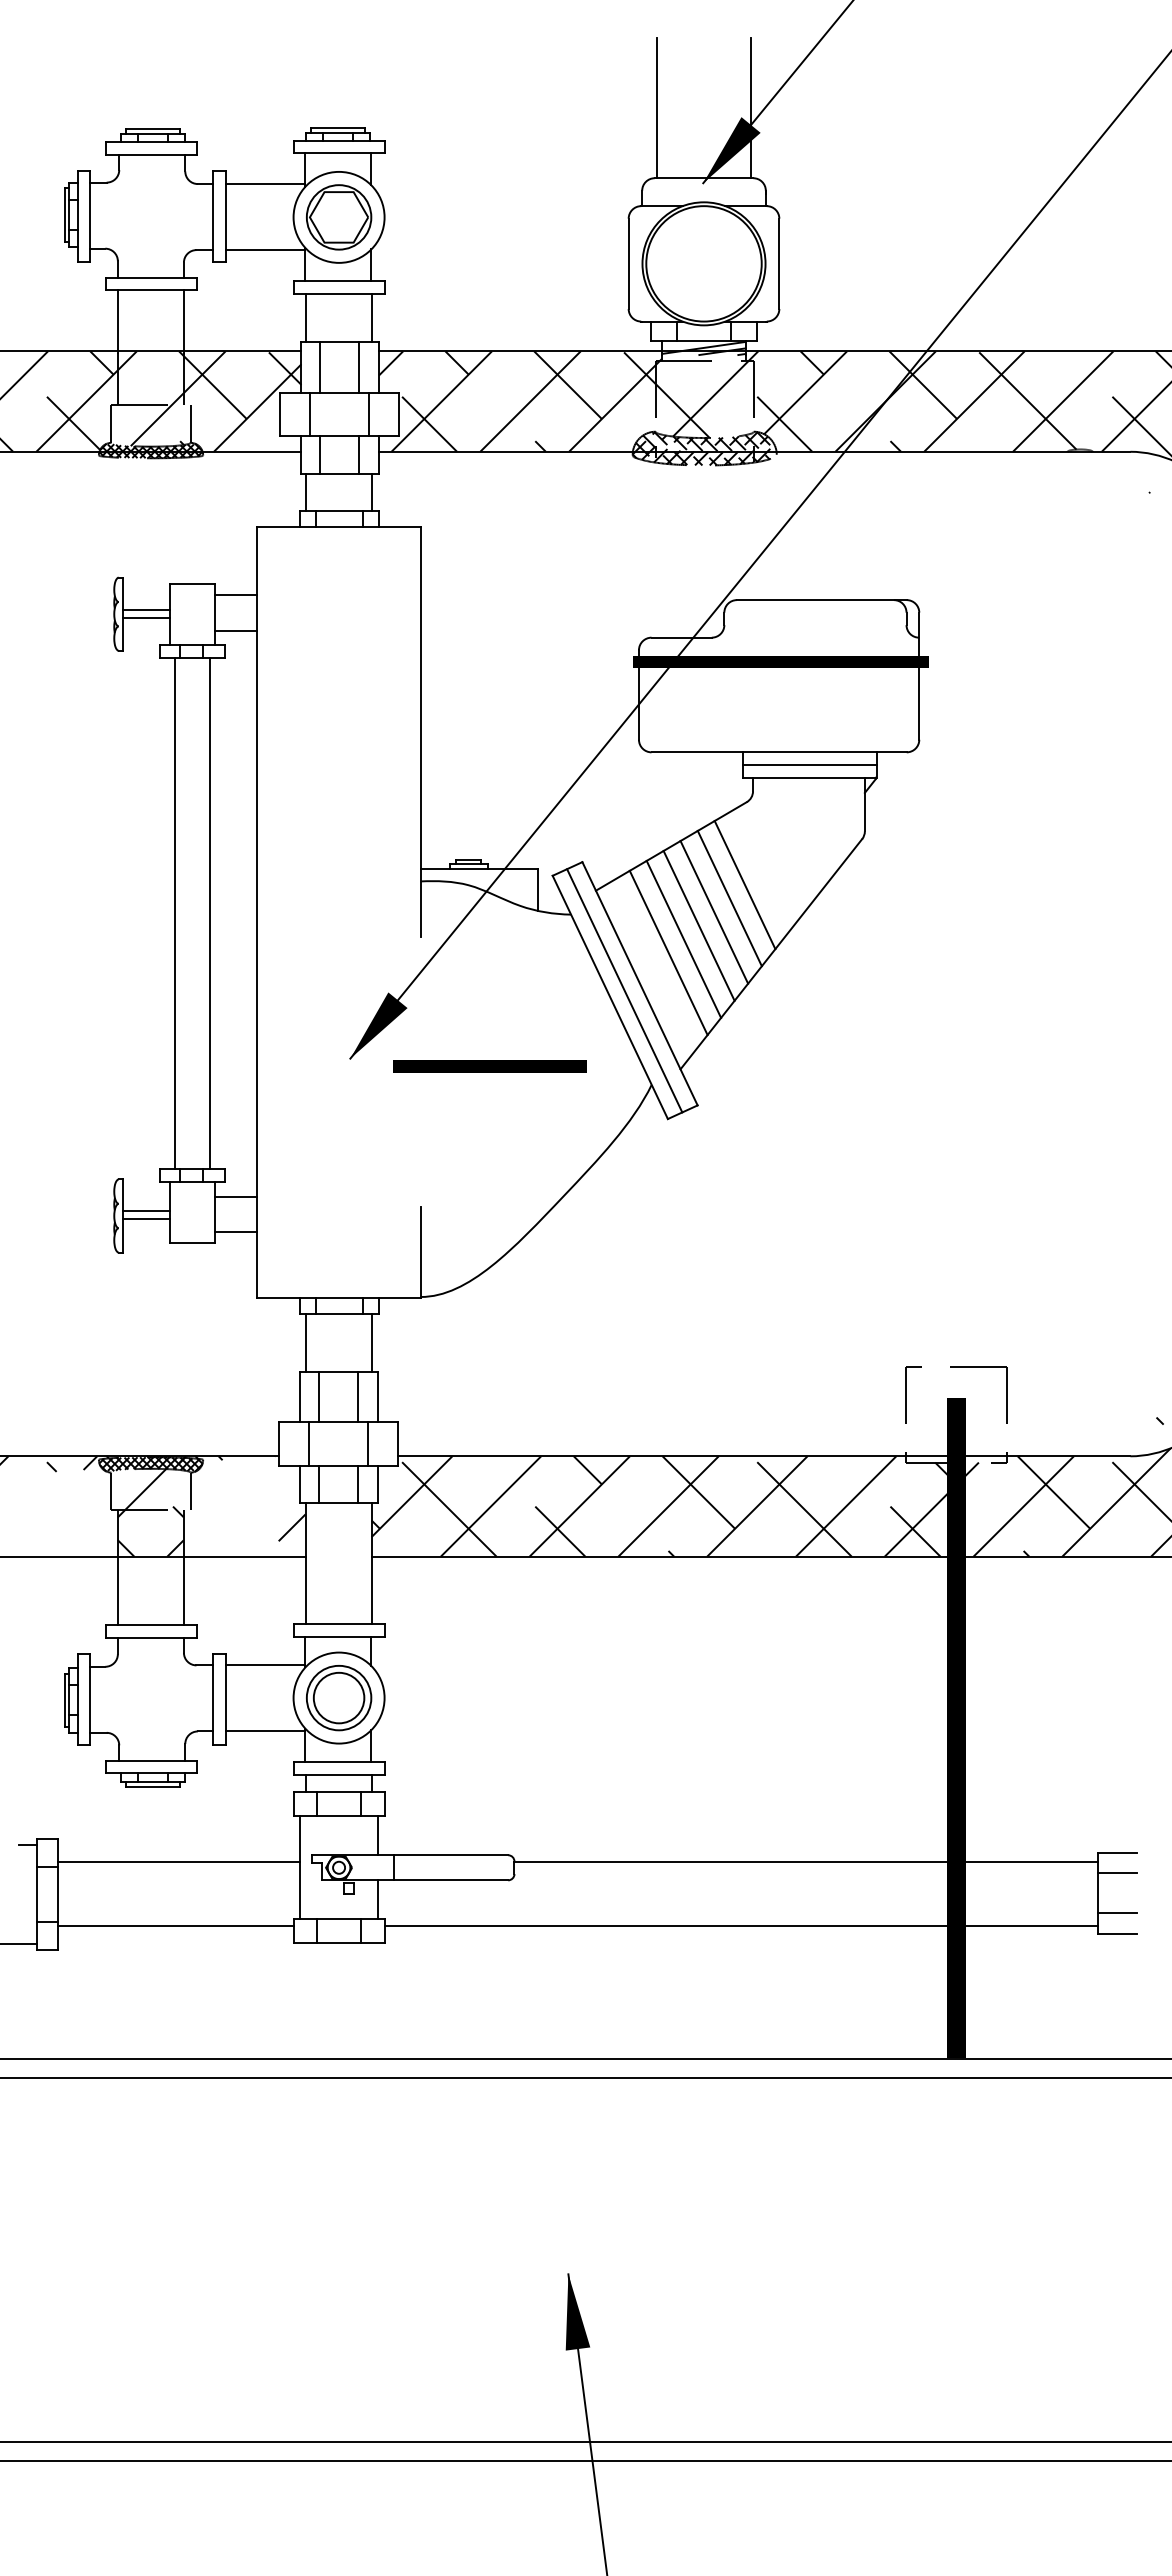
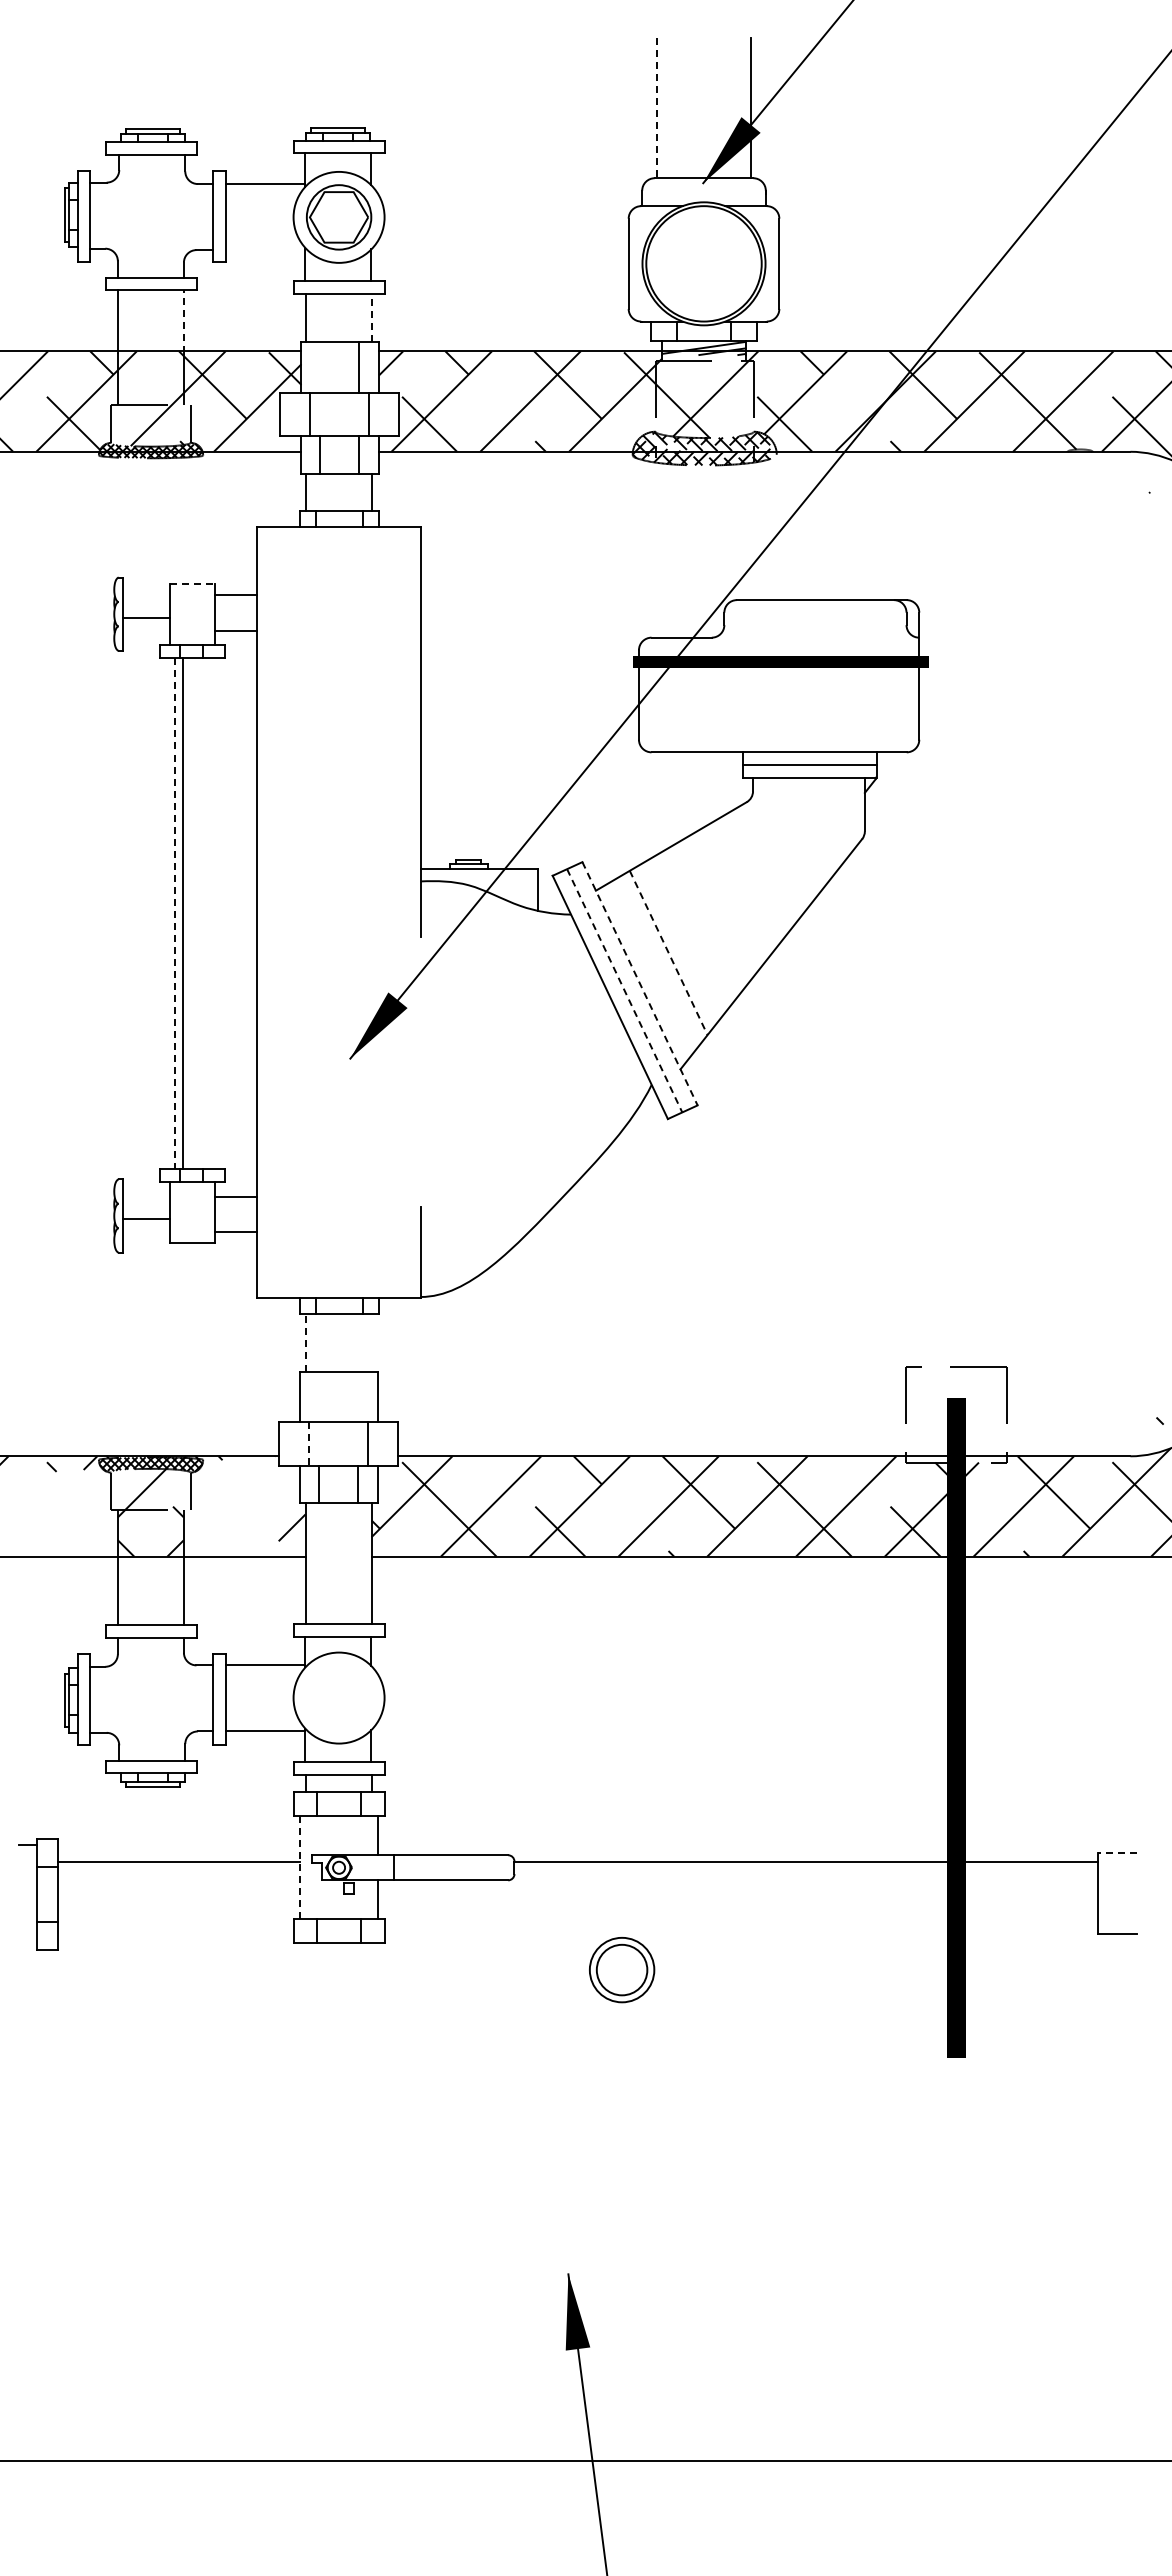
line at (656, 108): solid -> dashed
line at (265, 250): present -> none
line at (372, 317): solid -> dashed
line at (183, 321): solid -> dashed
line at (320, 367): present -> none
line at (193, 584): solid -> dashed
line at (146, 609): present -> none
line at (744, 885): present -> none
line at (729, 898): present -> none
line at (714, 912): present -> none
line at (210, 913) position: (210, 913) -> (183, 913)
line at (174, 914): solid -> dashed
line at (698, 925): present -> none
line at (683, 938): present -> none
line at (668, 952): solid -> dashed
line at (640, 983): solid -> dashed
line at (624, 990): solid -> dashed
line at (489, 1066): present -> none
line at (146, 1211): present -> none
line at (306, 1342): solid -> dashed
line at (372, 1342): present -> none
line at (319, 1396): present -> none
line at (357, 1396): present -> none
line at (308, 1443): solid -> dashed
part at (339, 1698) position: (339, 1698) -> (622, 1970)
line at (1117, 1853): solid -> dashed
line at (300, 1867): solid -> dashed
line at (1116, 1872): present -> none
line at (1116, 1912): present -> none
line at (175, 1926): present -> none
line at (740, 1926): present -> none
line at (19, 1943): present -> none
line at (585, 2059): present -> none
line at (585, 2077): present -> none
line at (585, 2441): present -> none
